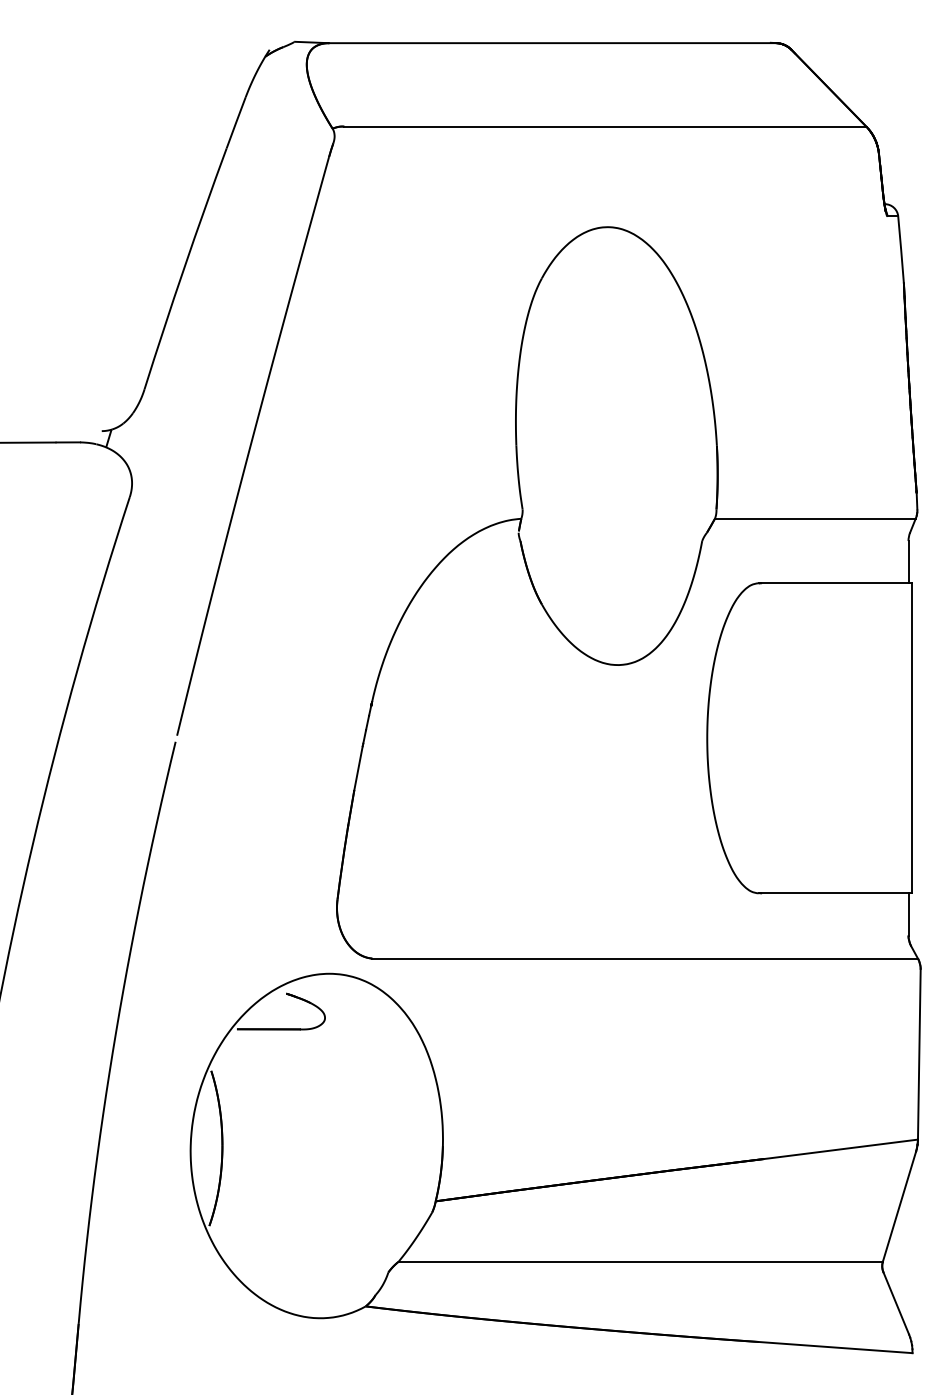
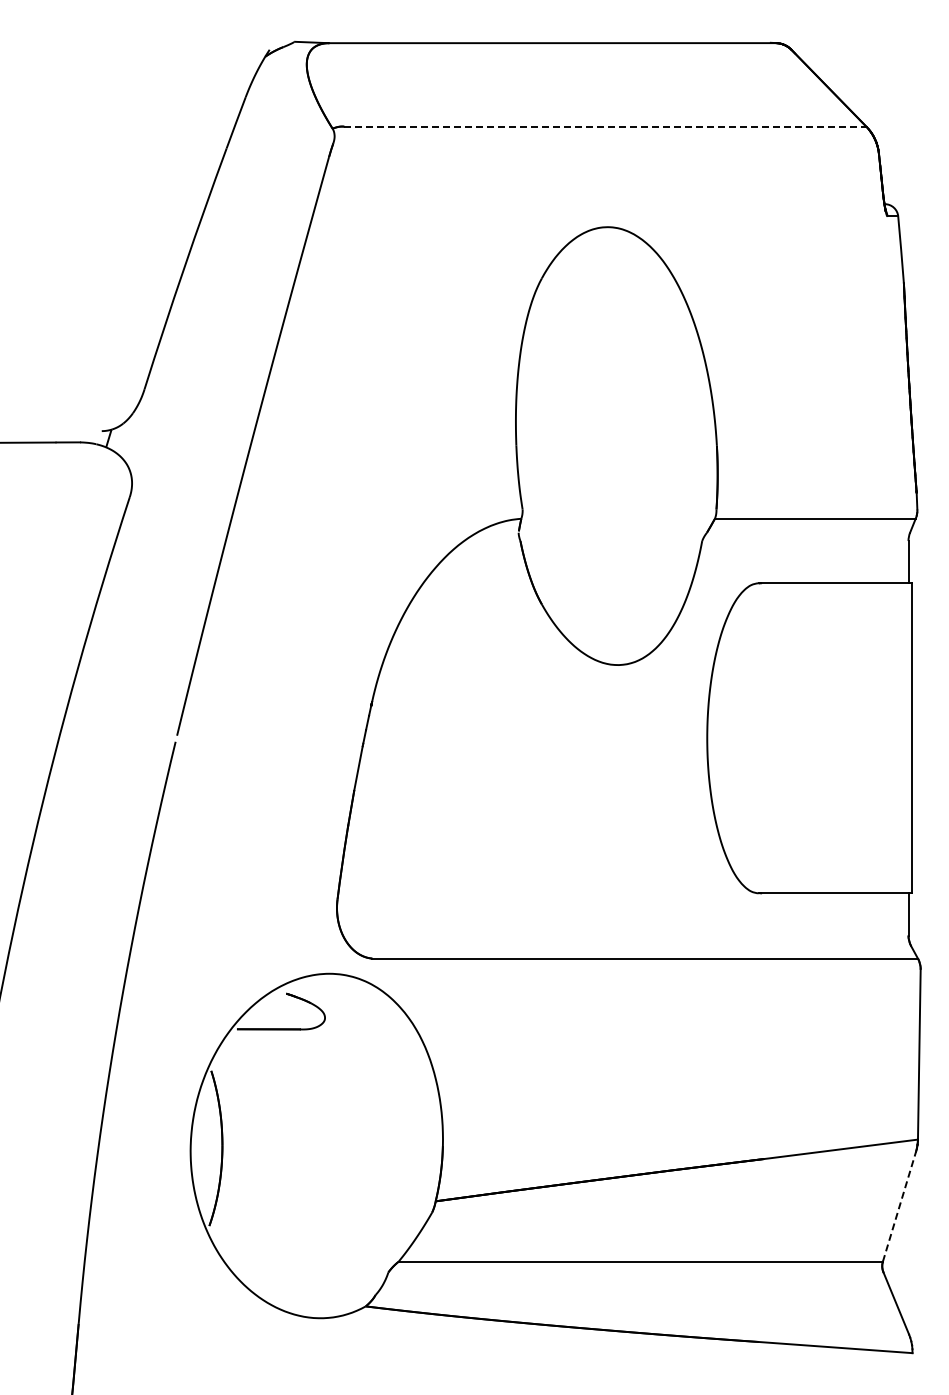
line at (605, 126): solid -> dashed
line at (899, 1206): solid -> dashed
